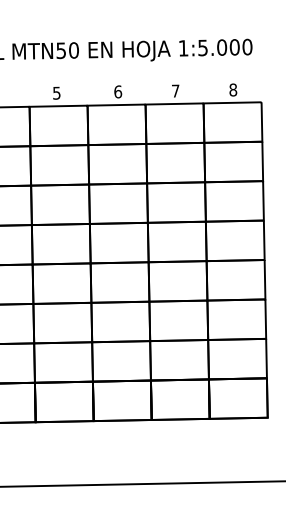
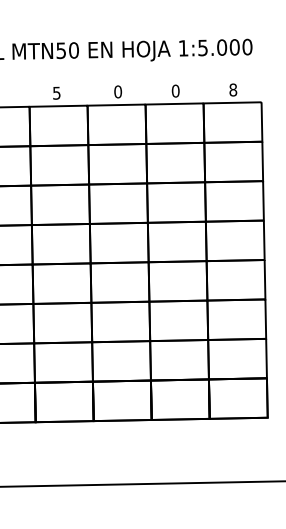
text at (175, 90): 7 -> 0
text at (118, 91): 6 -> 0
